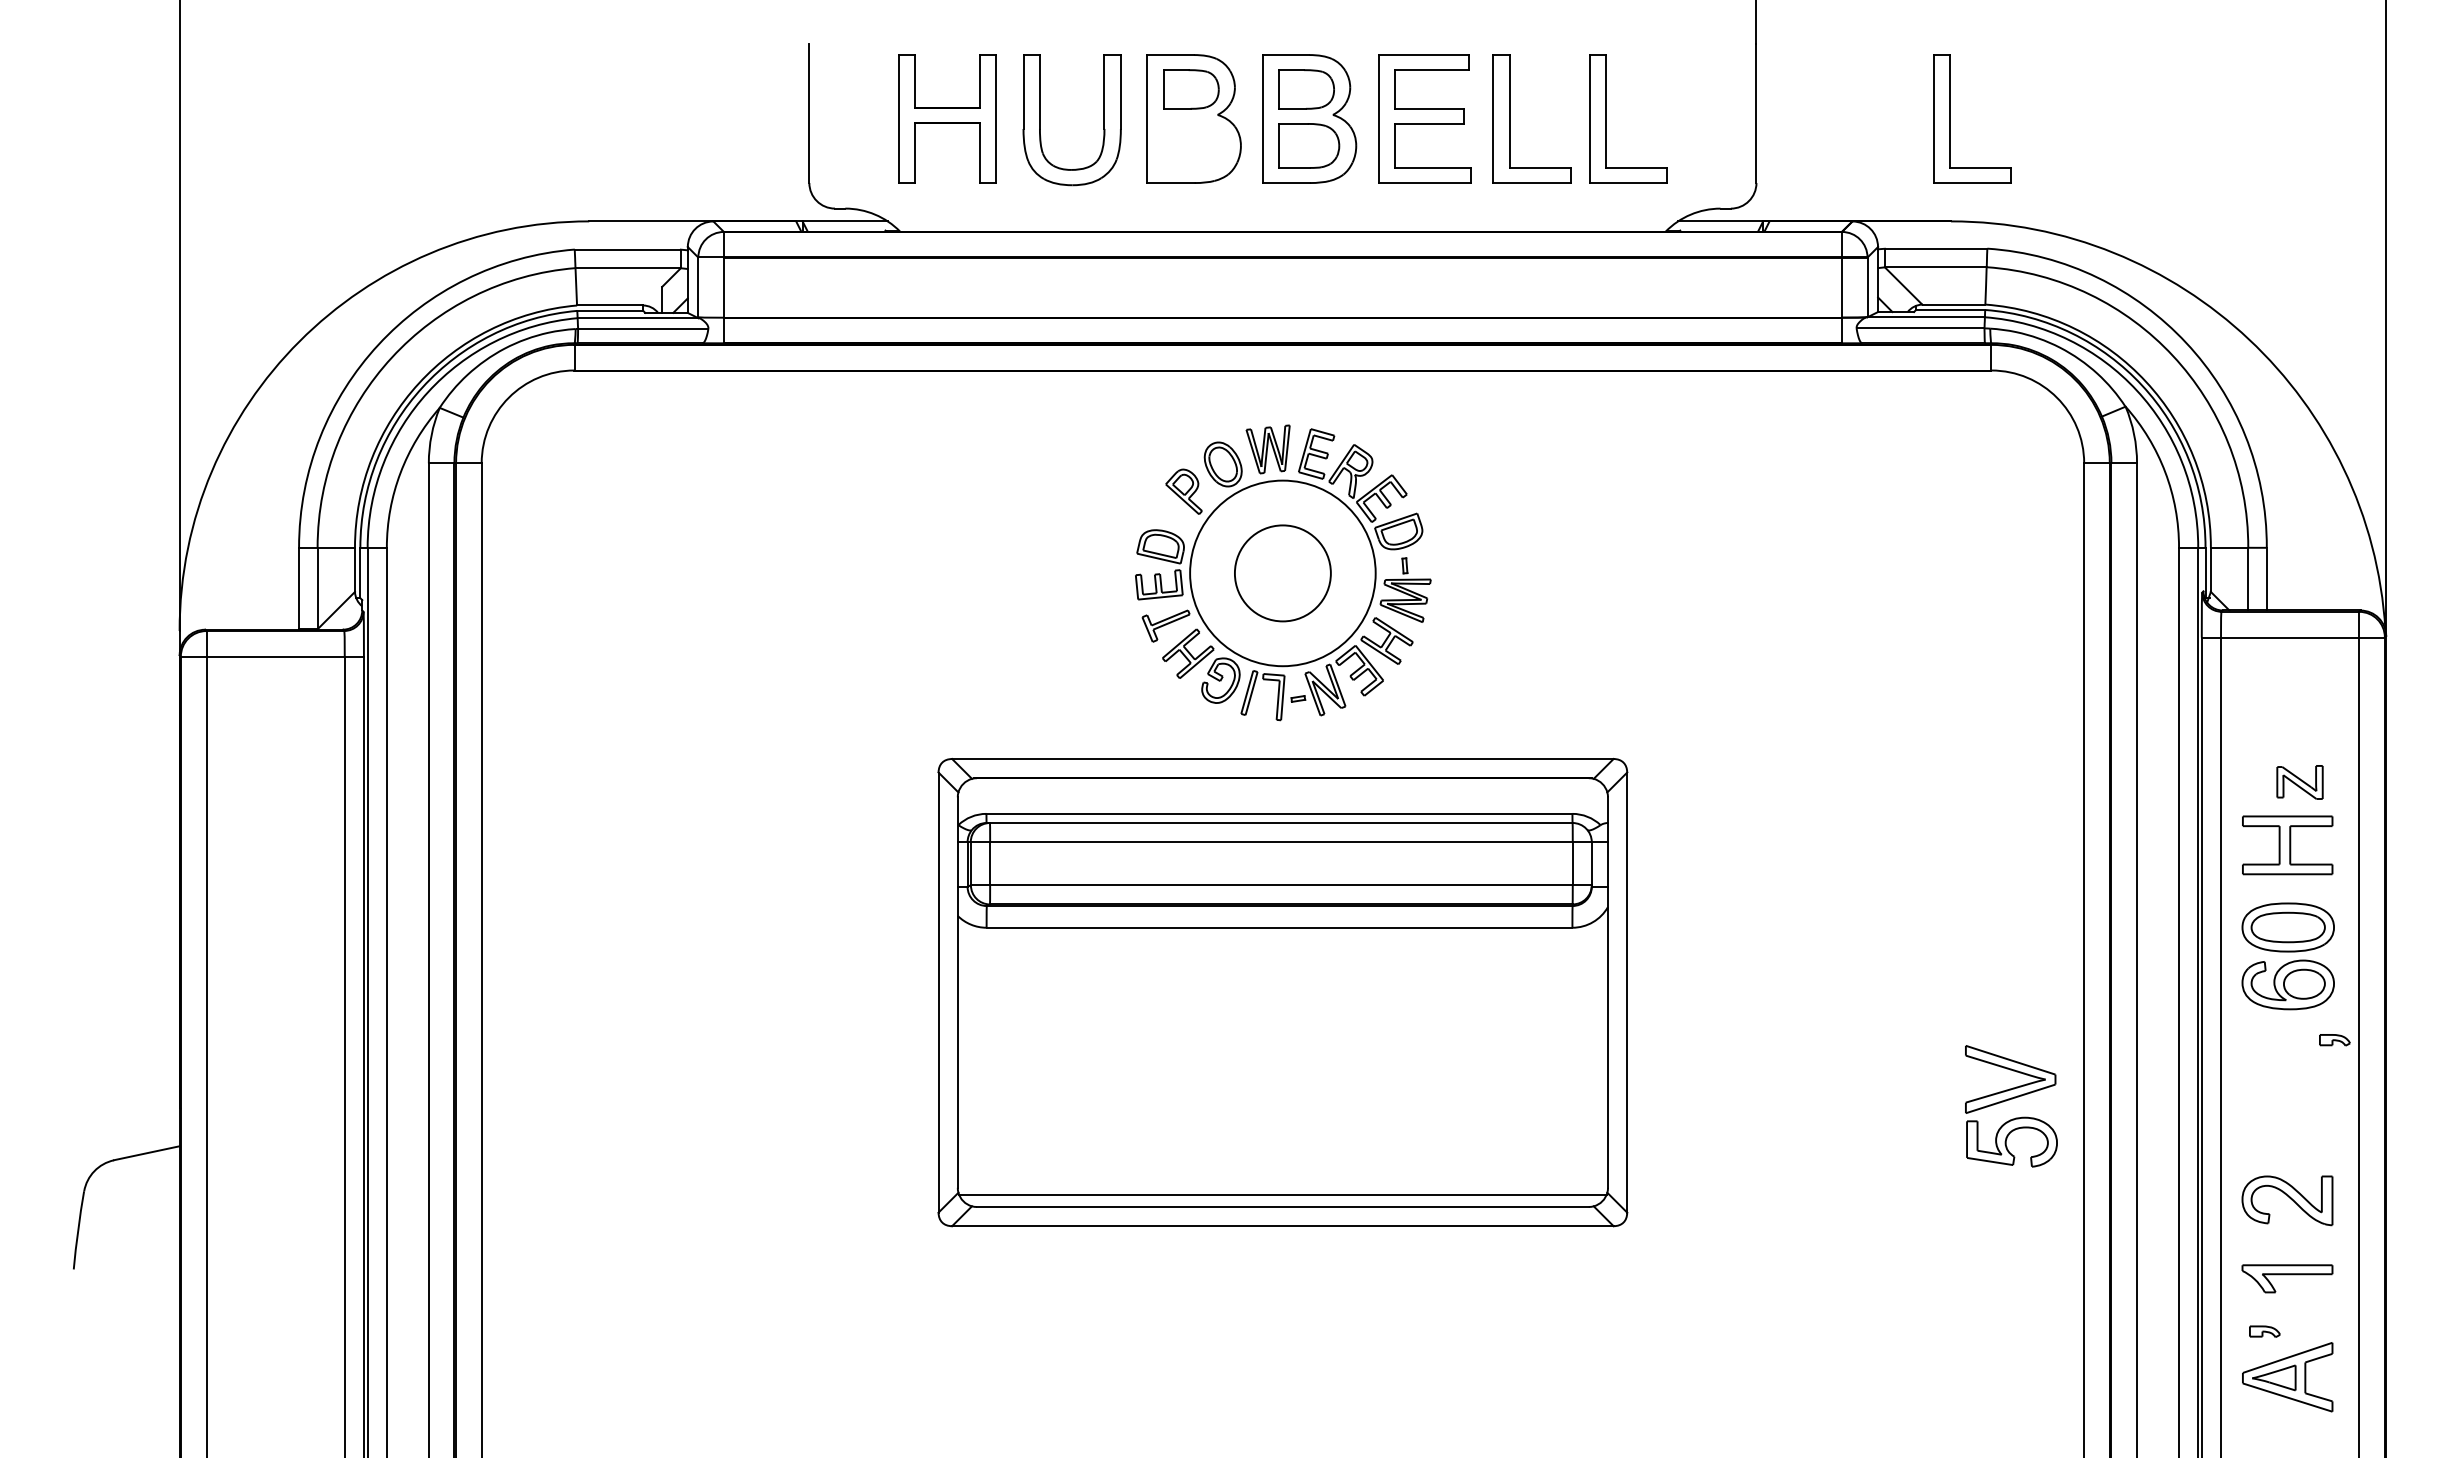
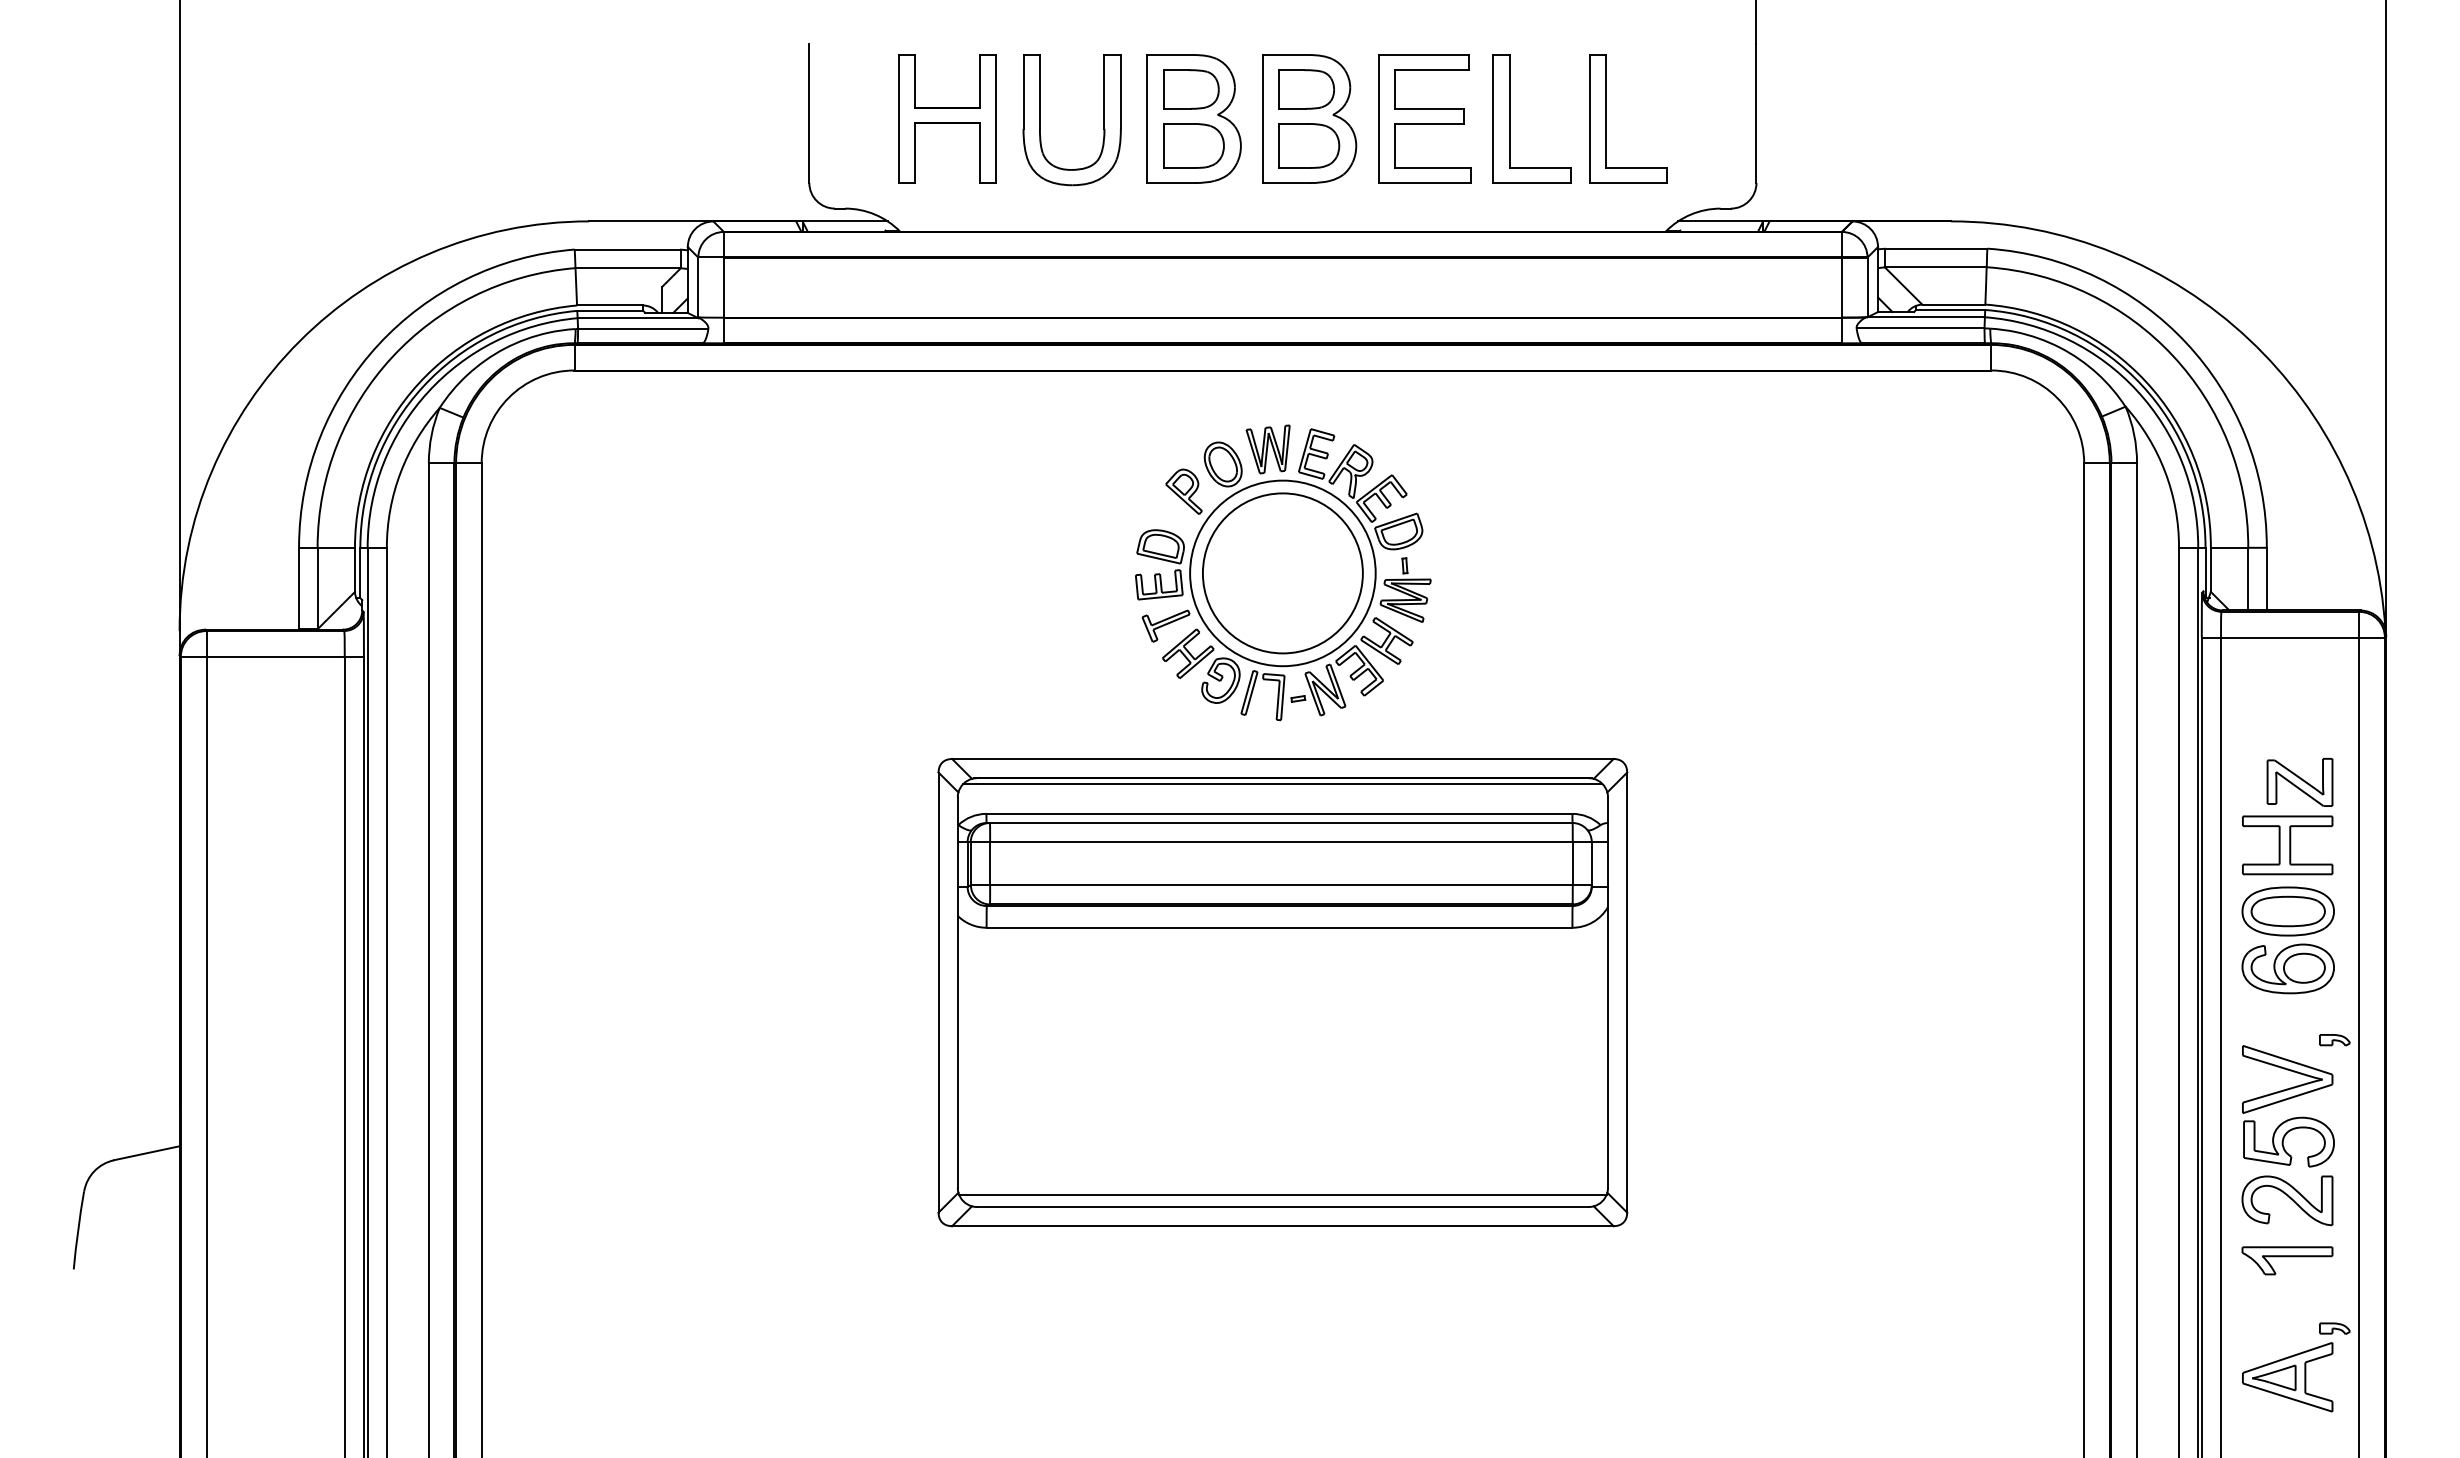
part at (1950, 118): present -> none
part at (1193, 145): none -> present
circle at (1282, 573) diameter: 96 px -> 160 px
part at (2299, 782) size: 48x35 px -> 68x49 px
line at (1282, 783): none -> present
part at (2287, 956) position: (2287, 956) -> (2287, 940)
part at (2009, 1100) position: (2009, 1100) -> (2286, 1100)
part at (2287, 1278) position: (2287, 1278) -> (2287, 1260)
part at (2264, 1331) position: (2264, 1331) -> (2334, 1328)
